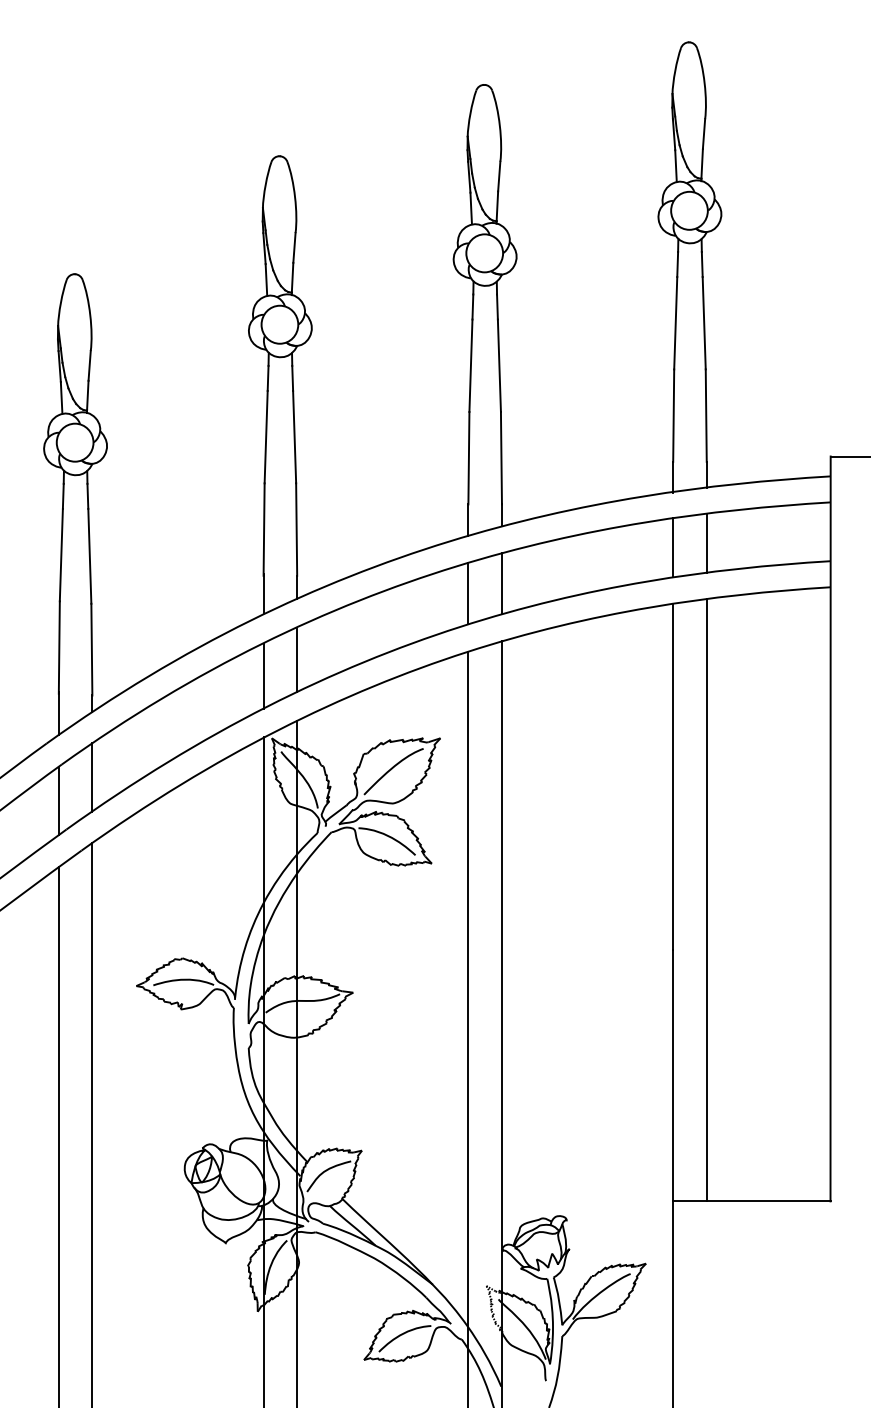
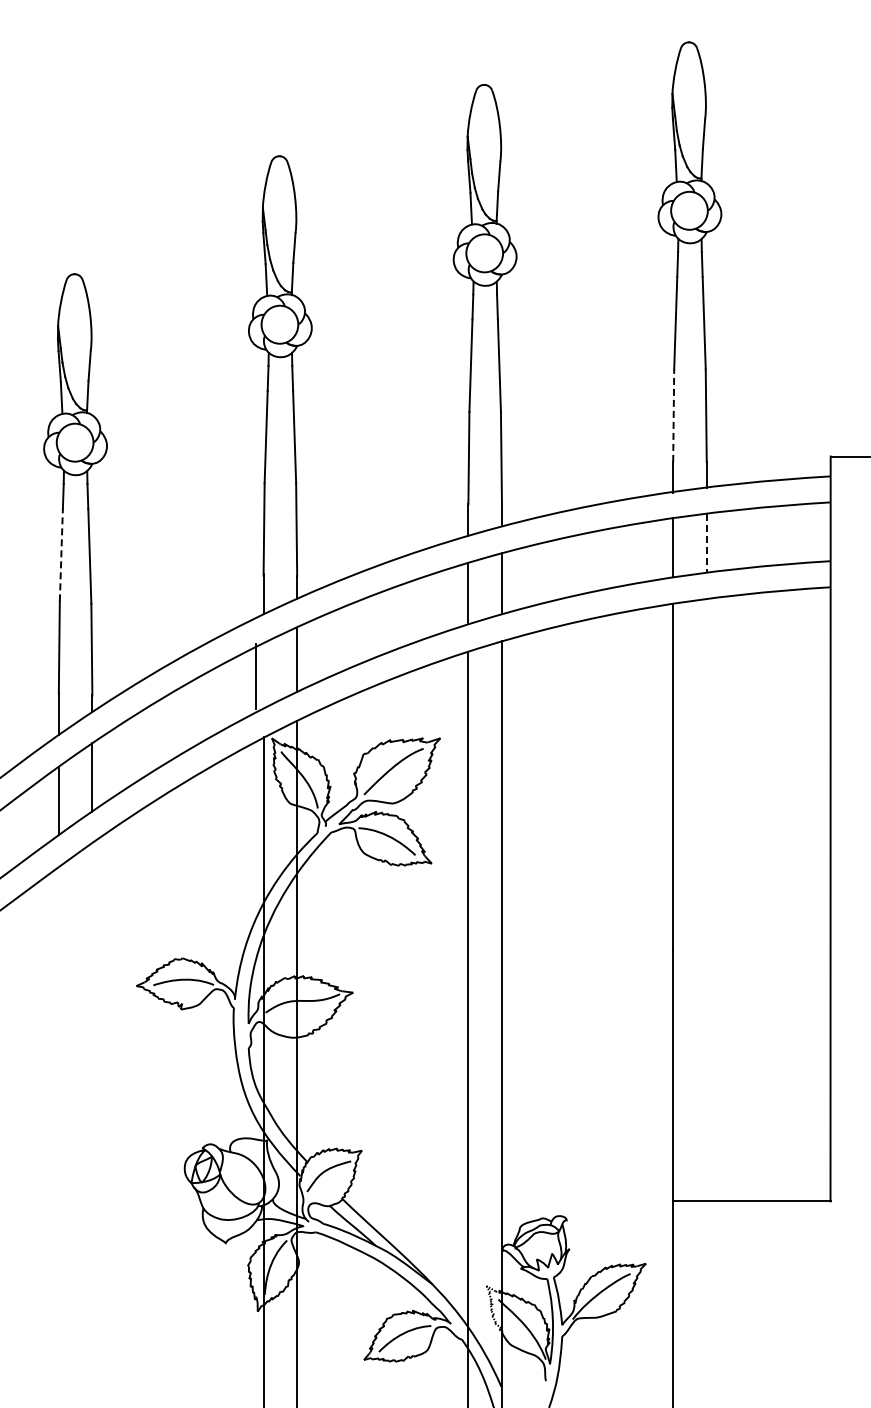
line at (673, 415): solid -> dashed
line at (706, 543): solid -> dashed
line at (61, 554): solid -> dashed
line at (263, 675) position: (263, 675) -> (255, 675)
line at (706, 899): present -> none
line at (92, 1123): present -> none
line at (58, 1135): present -> none
